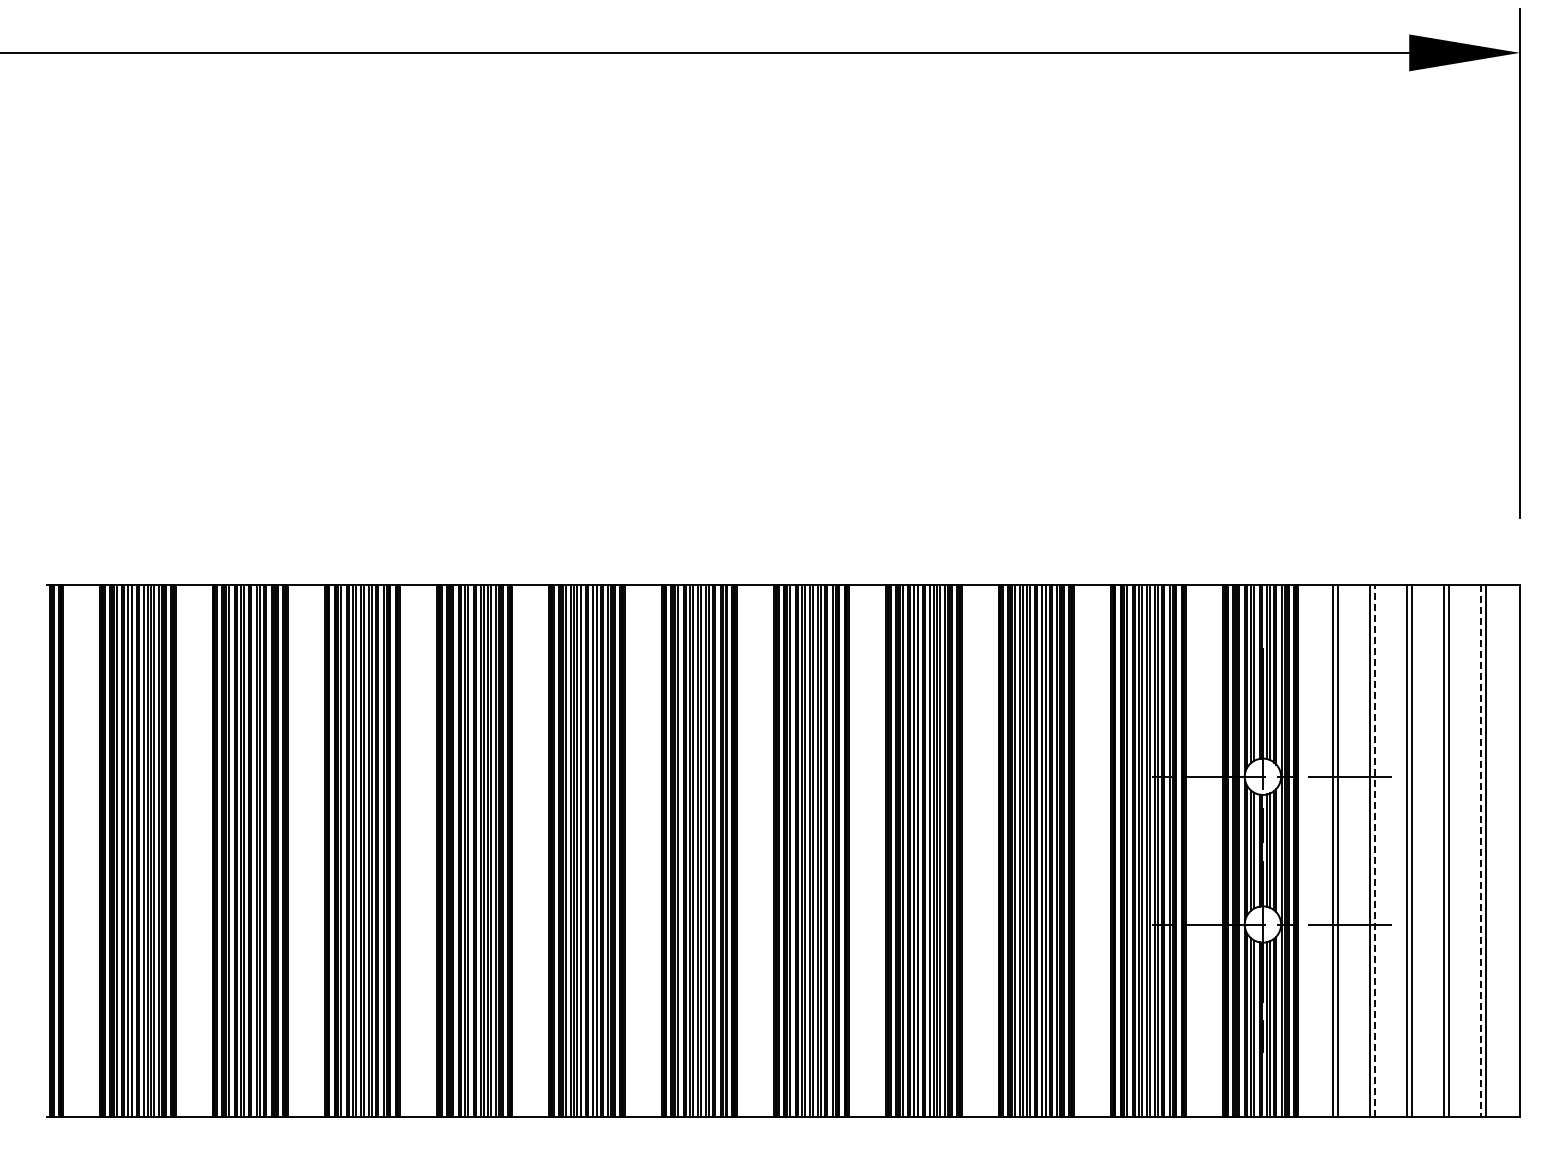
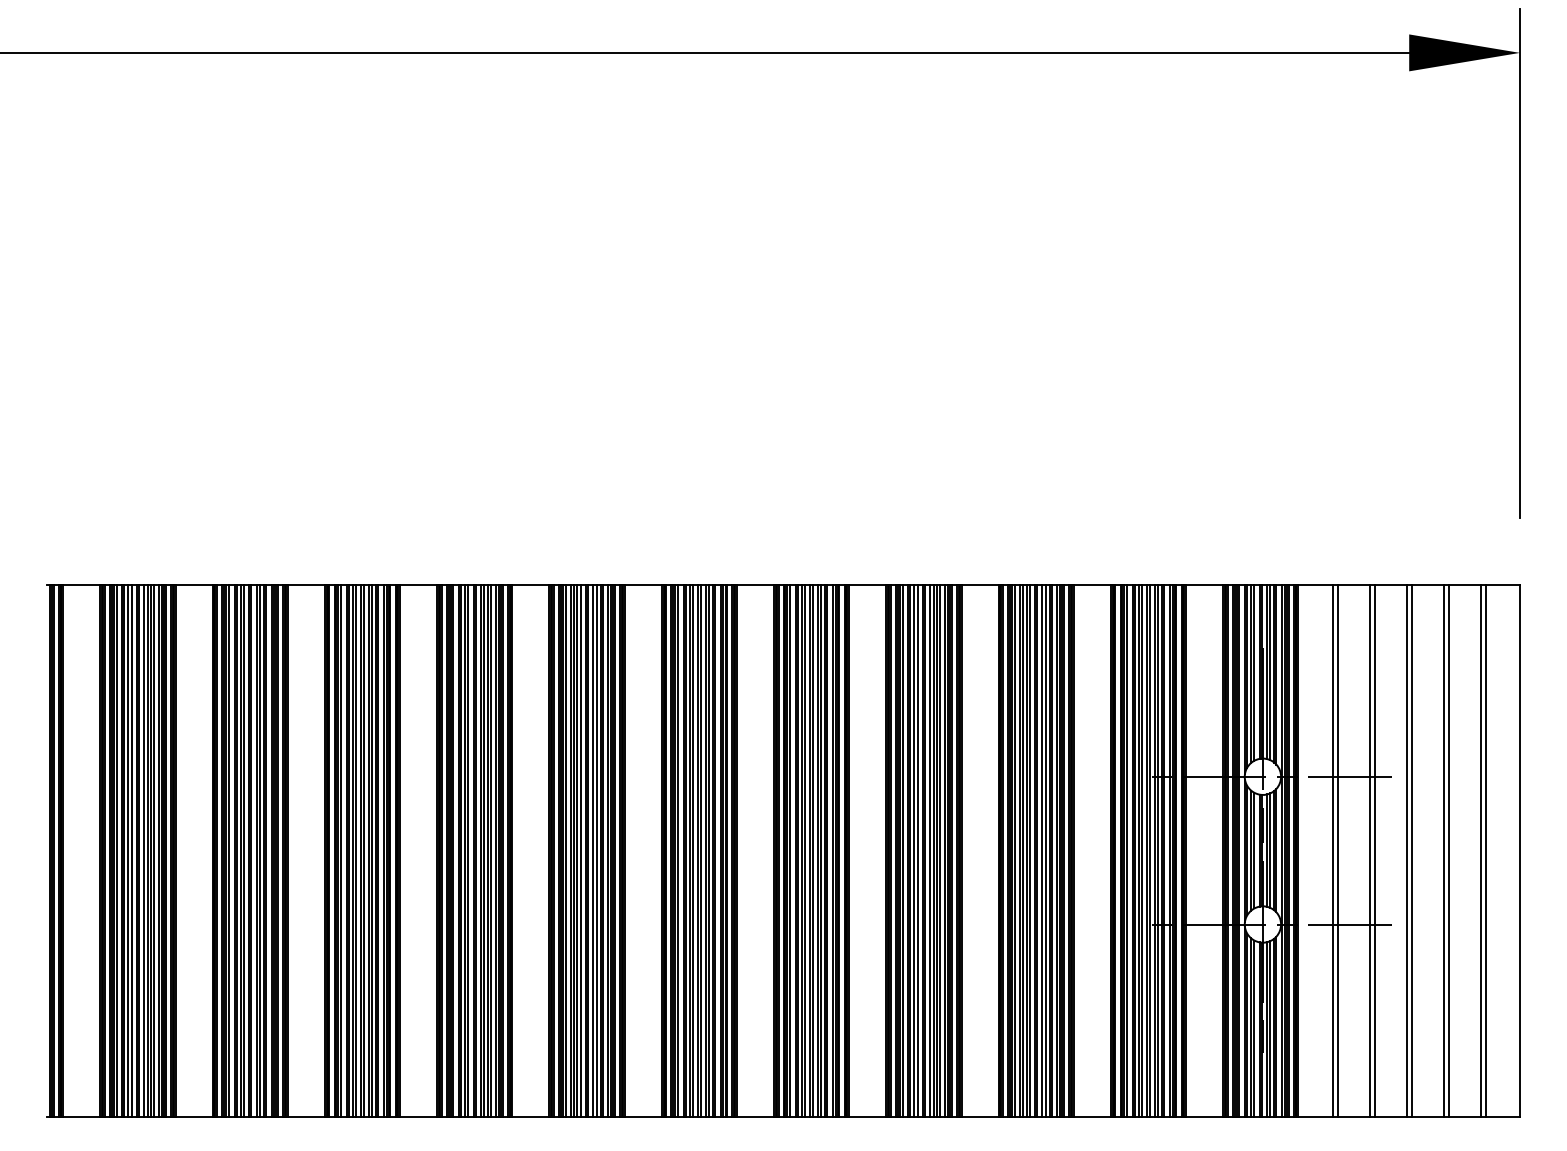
line at (1374, 850): dashed -> solid
line at (1480, 850): dashed -> solid
